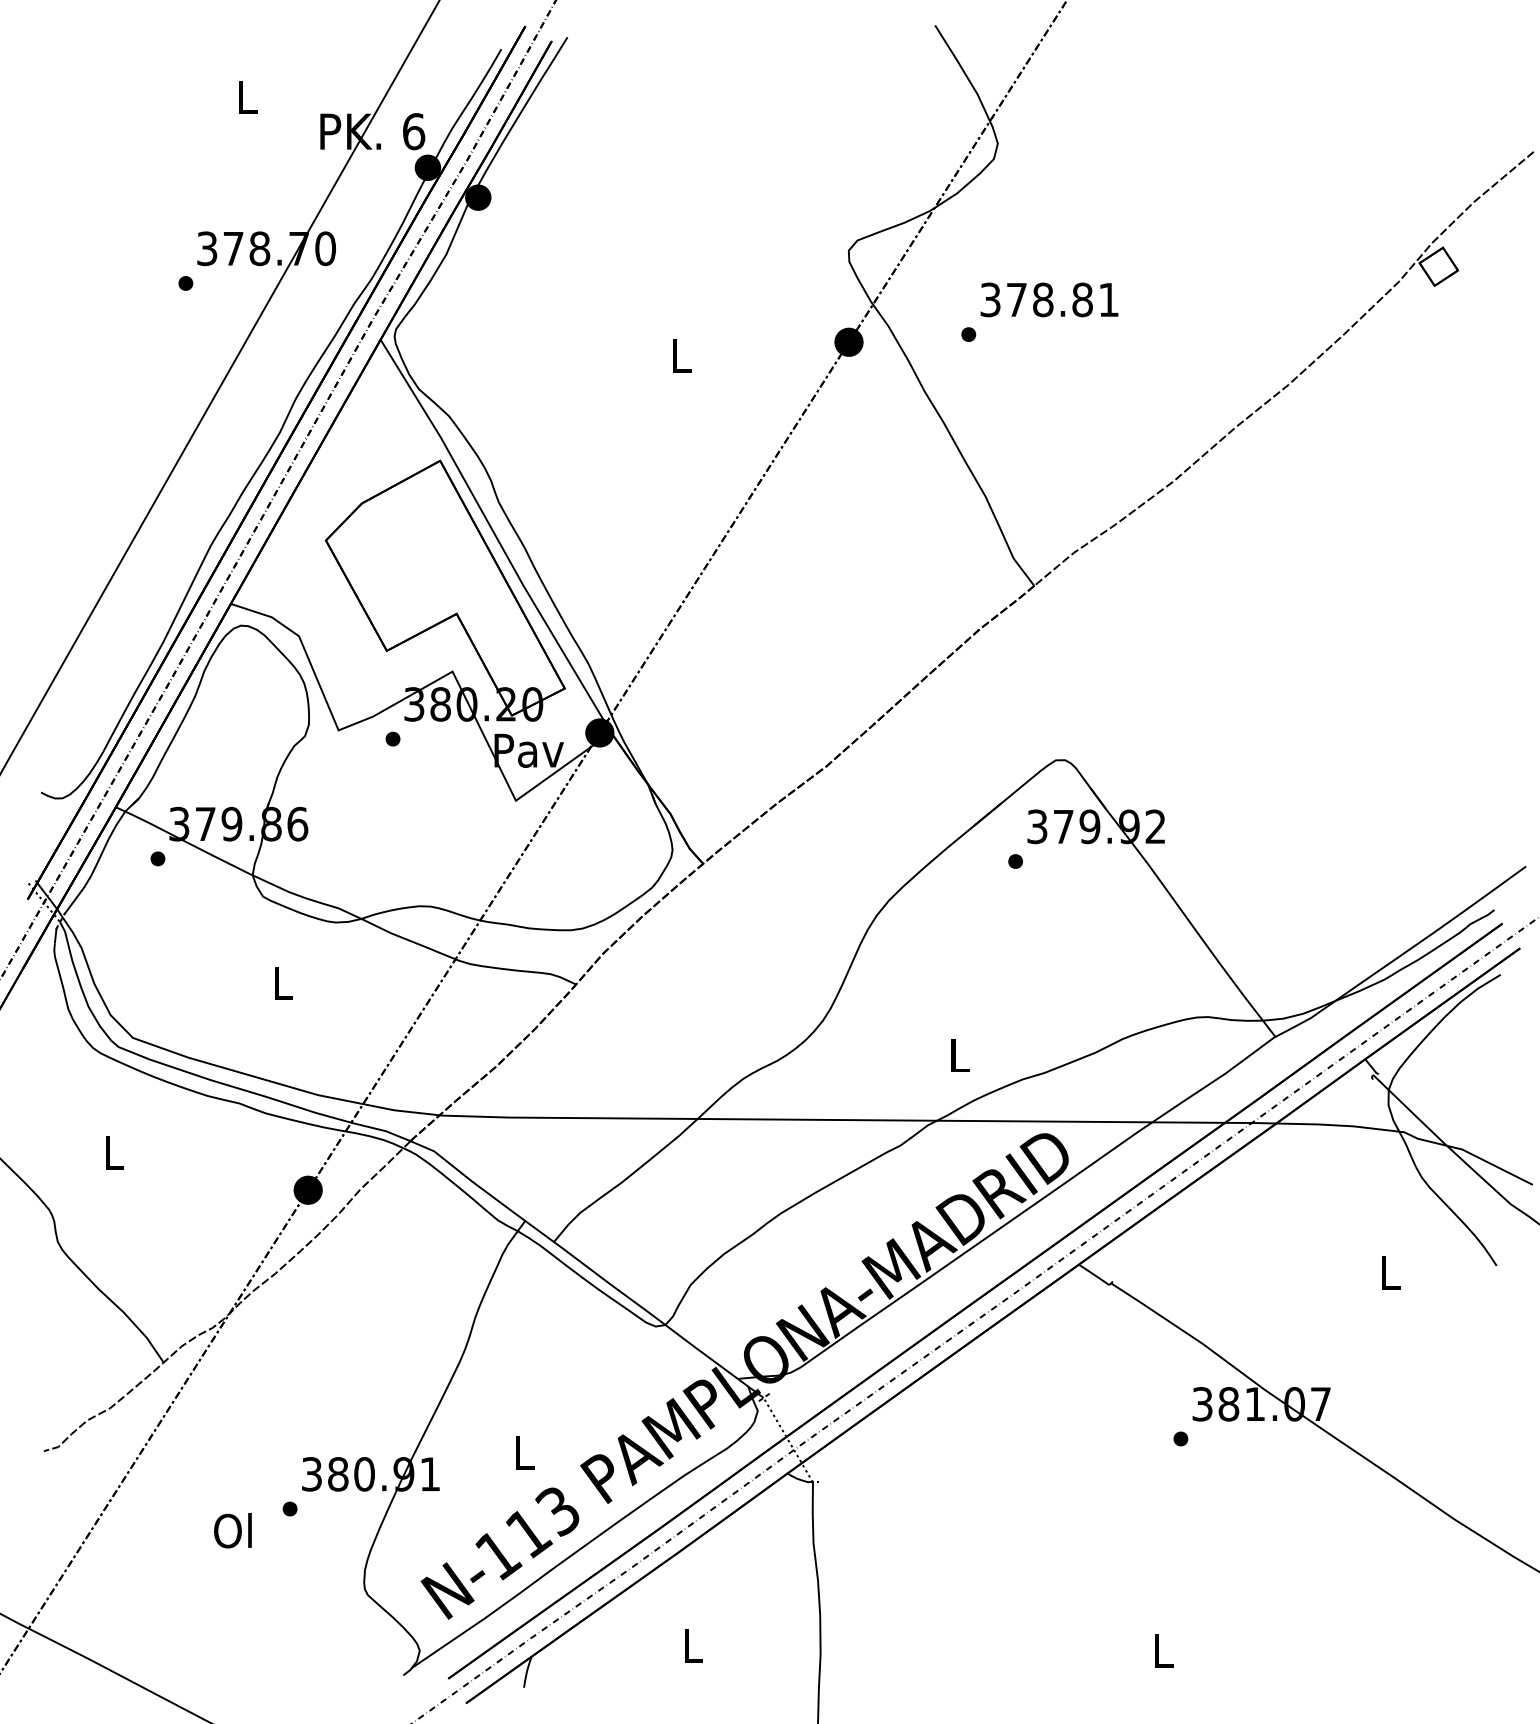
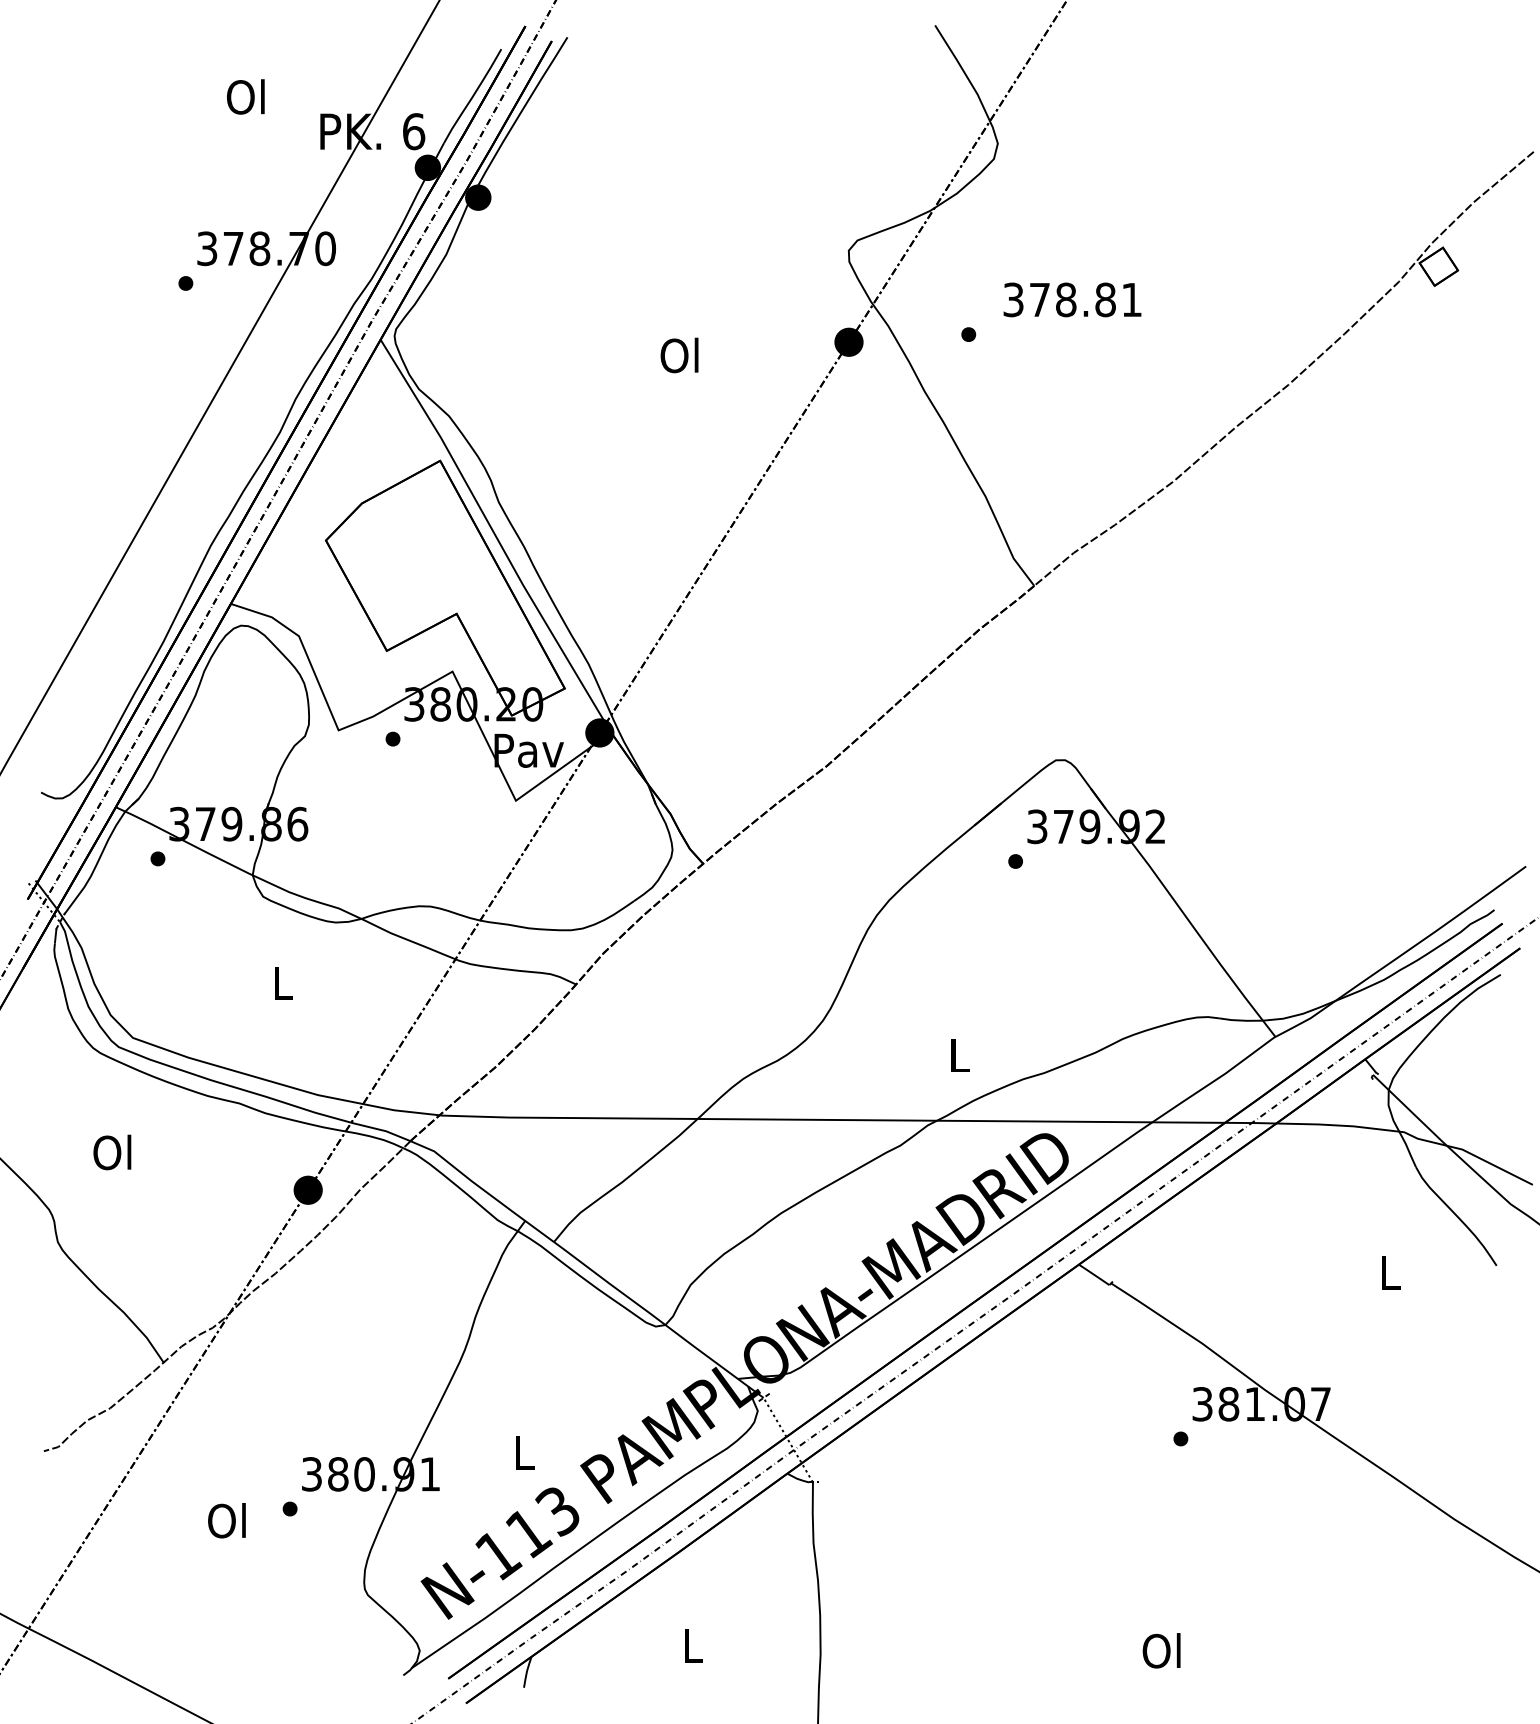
text at (245, 96): L -> Ol
text at (1049, 299) position: (1049, 299) -> (1072, 299)
text at (679, 355): L -> Ol
text at (112, 1152): L -> Ol
text at (232, 1530) position: (232, 1530) -> (226, 1520)
text at (1161, 1650): L -> Ol
